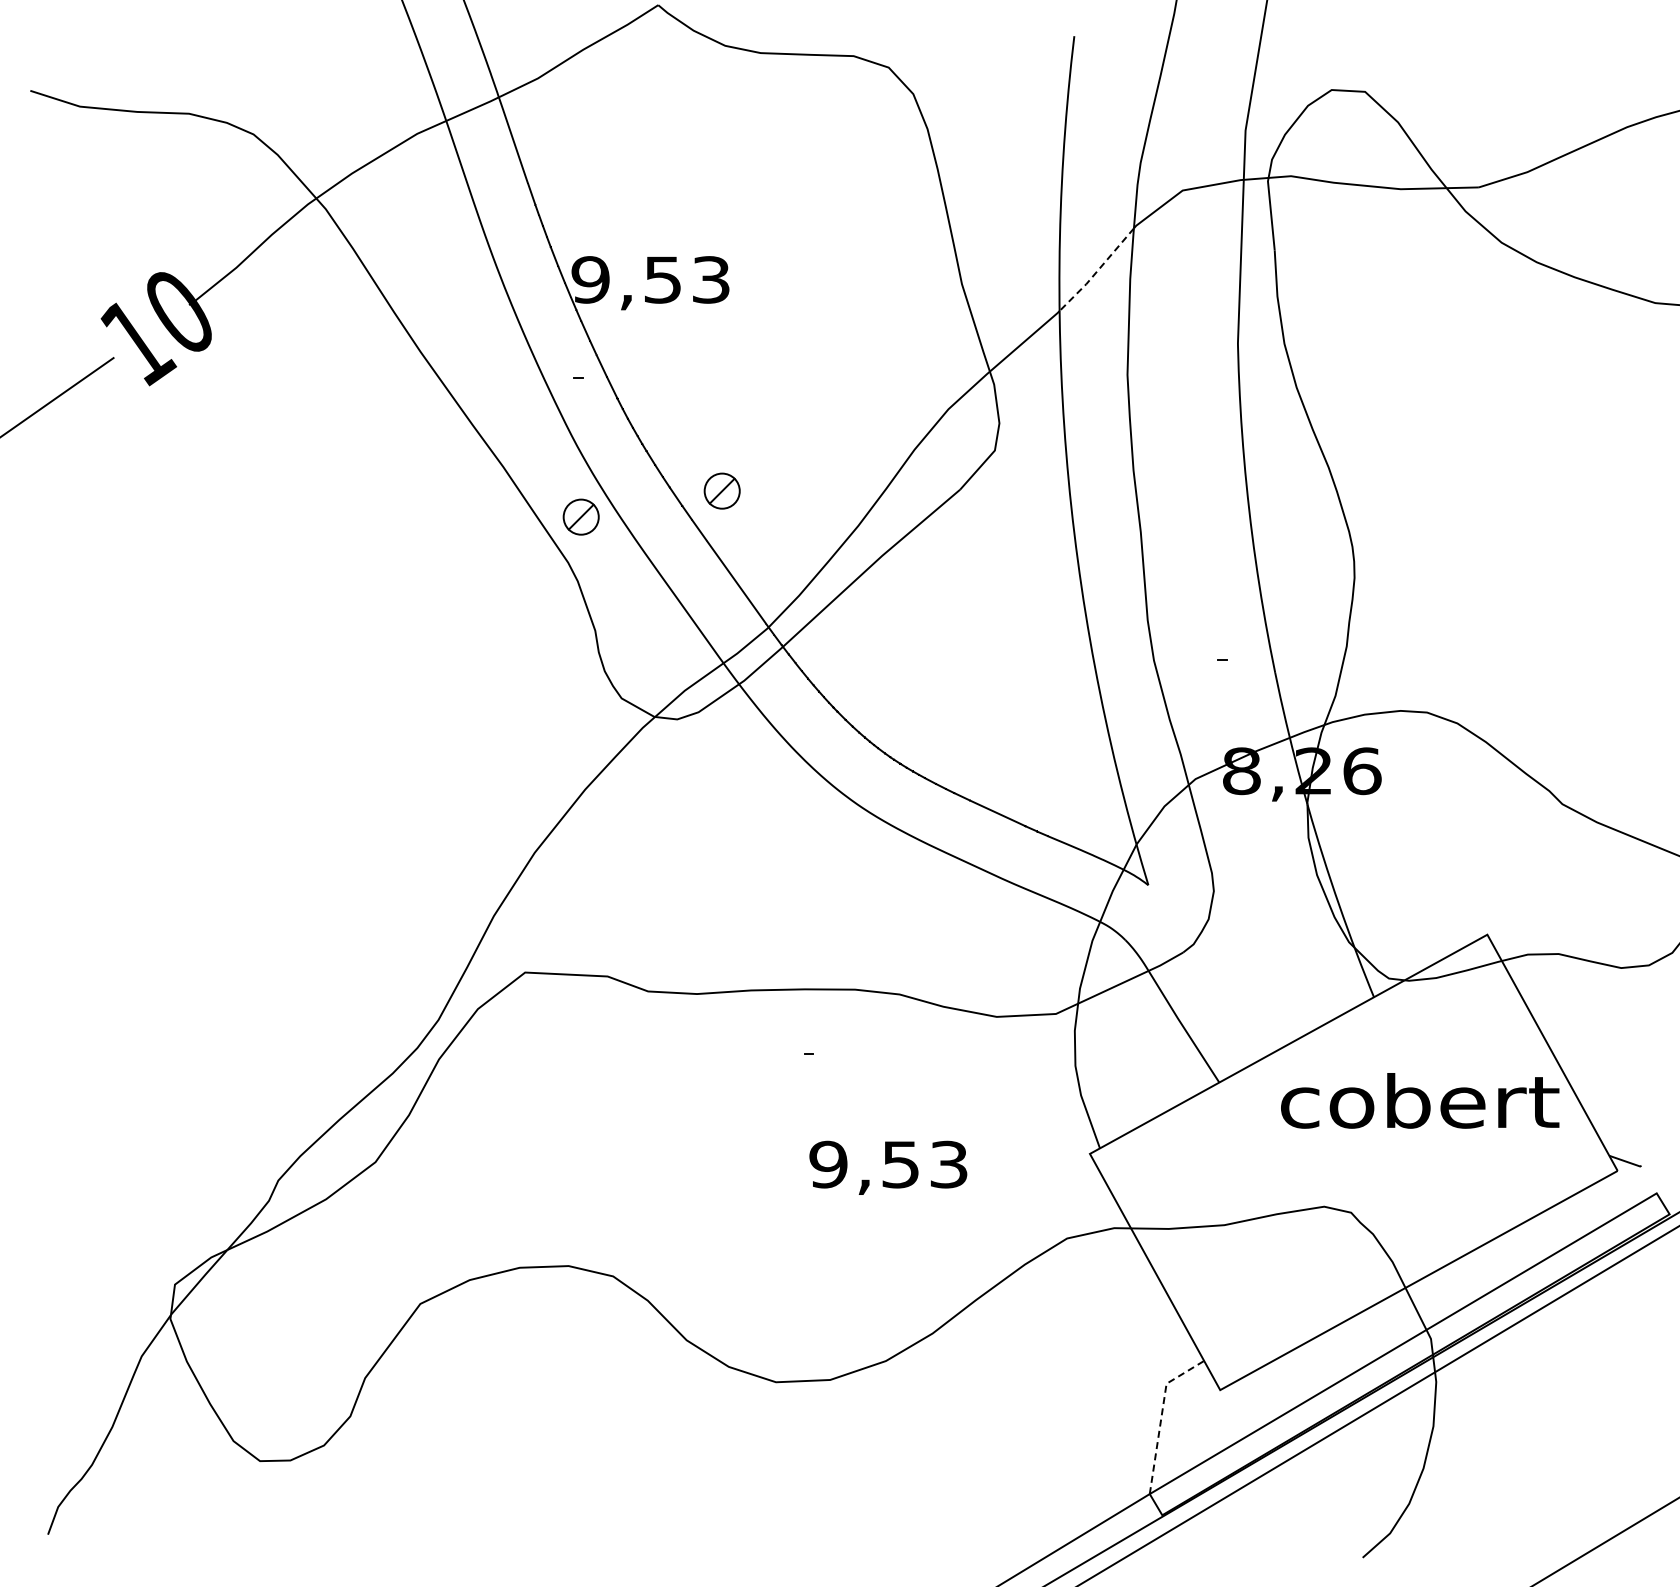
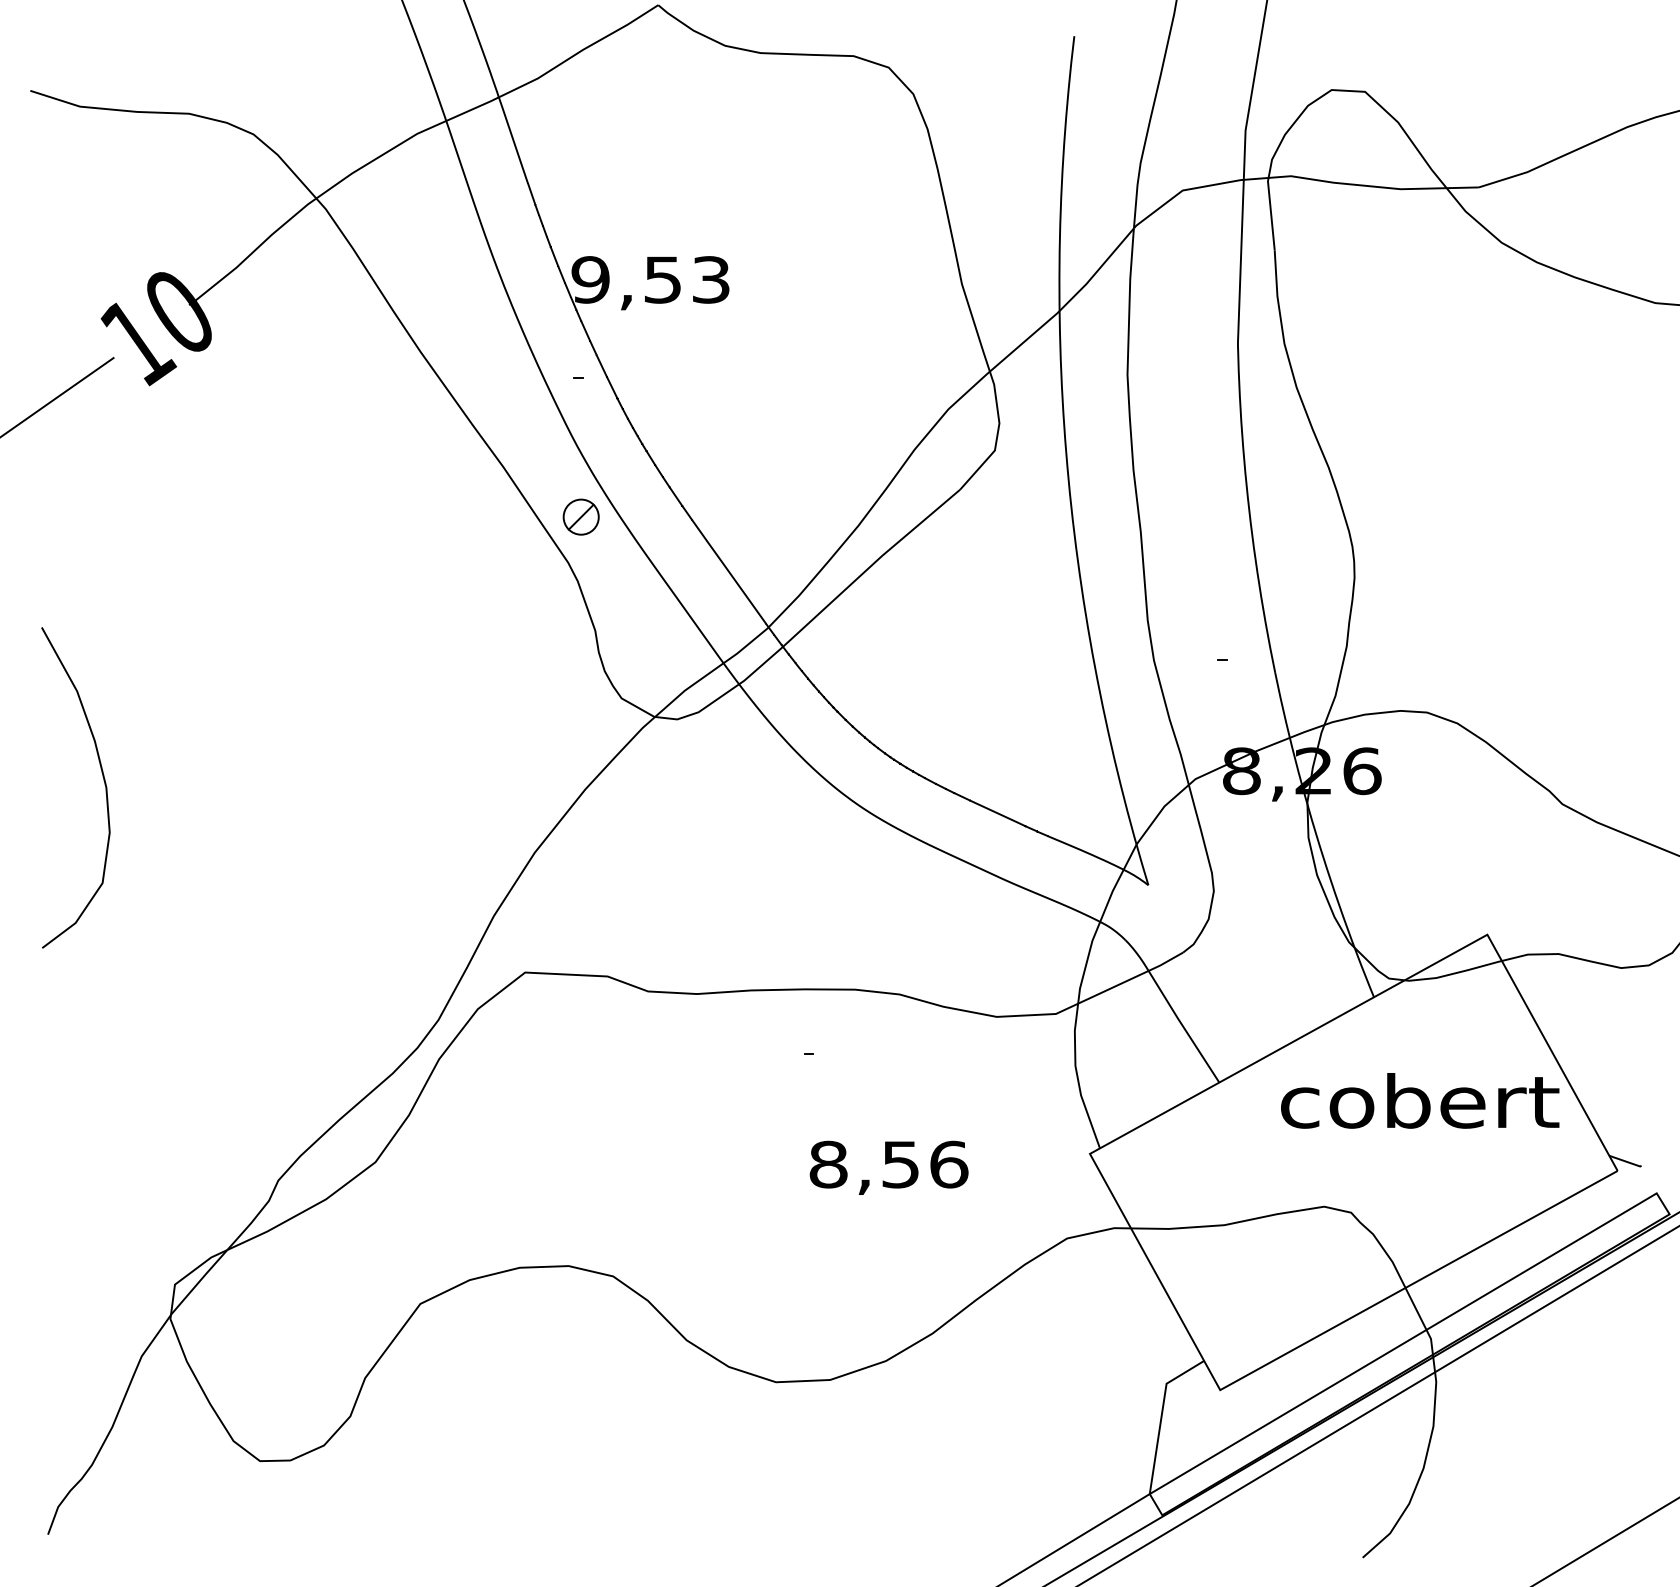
line at (1097, 271): dashed -> solid
part at (721, 490): present -> none
curve at (103, 780): none -> present
text at (888, 1164): 9,53 -> 8,56
line at (1161, 1416): dashed -> solid
